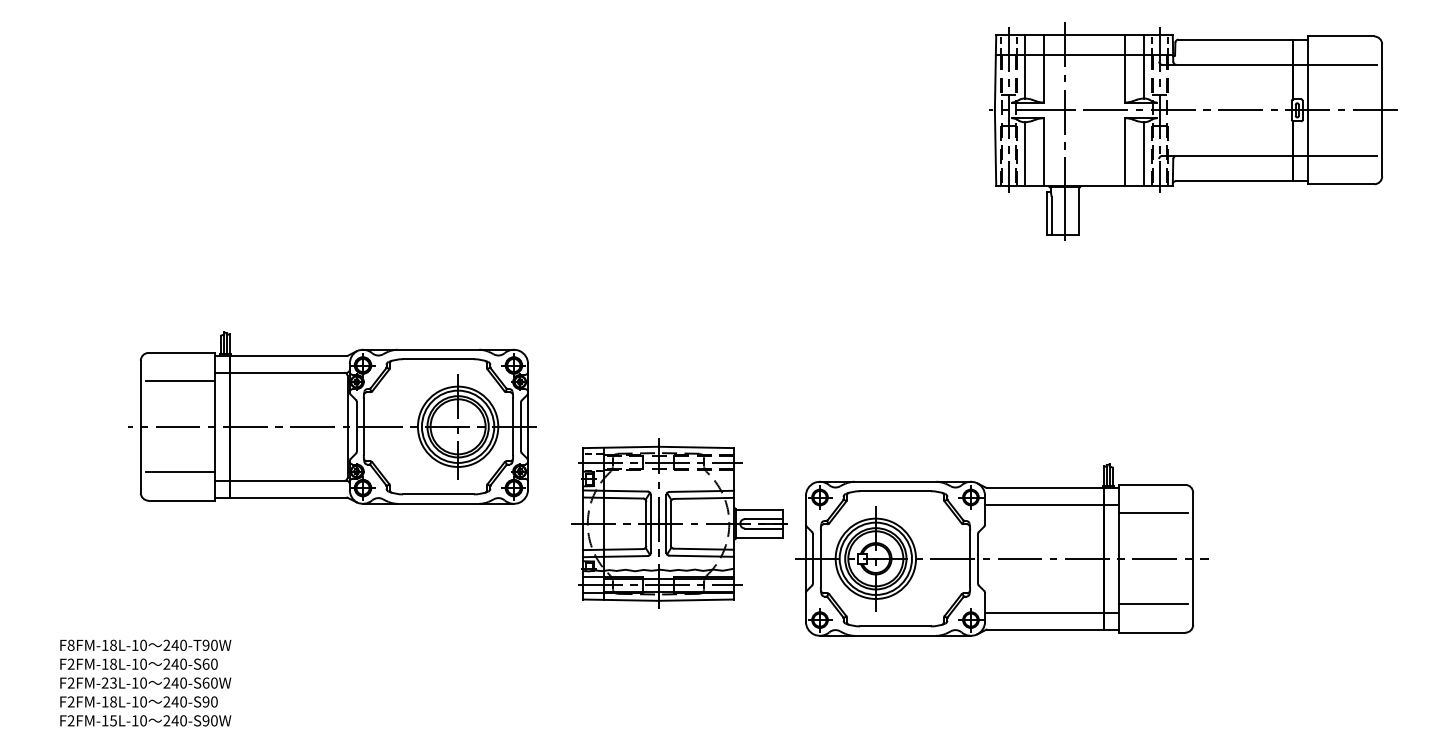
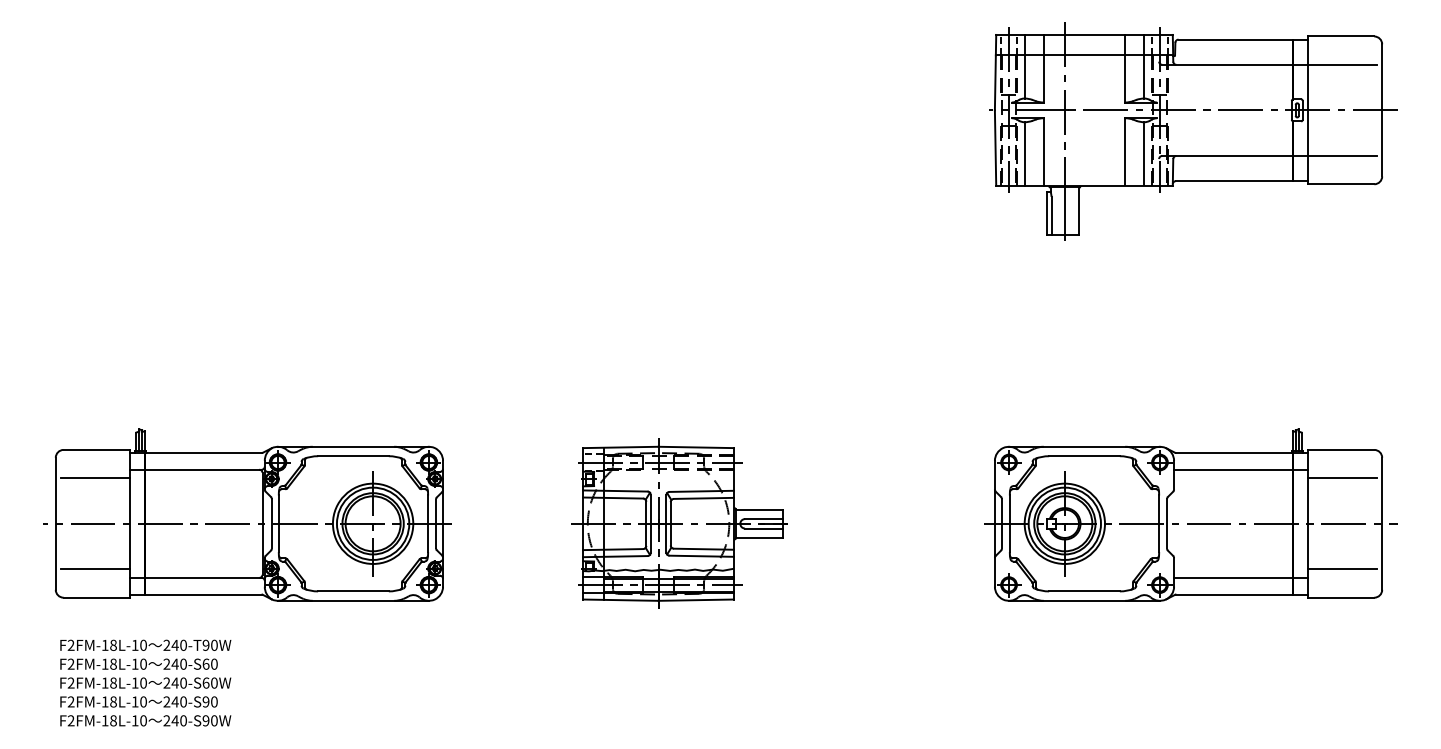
part at (332, 417) position: (332, 417) -> (247, 514)
part at (1001, 549) position: (1001, 549) -> (1190, 514)
text at (70, 644): F8FM-18L-10 -> F2FM-18L-10
text at (108, 682): F2FM-23L-10 -> F2FM-18L-10
text at (113, 720): F2FM-15L-10 -> F2FM-18L-10
